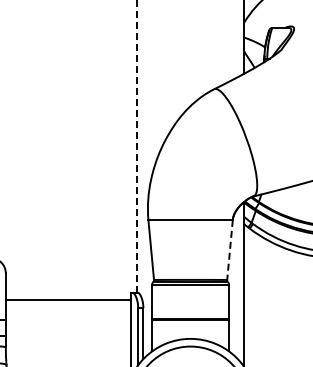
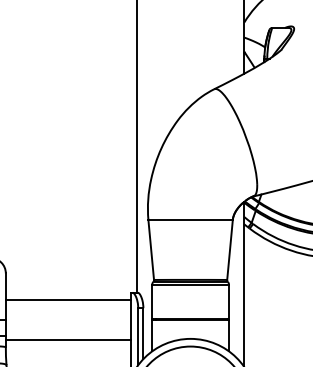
line at (136, 146): dashed -> solid
line at (229, 250): dashed -> solid
line at (68, 339): none -> present
